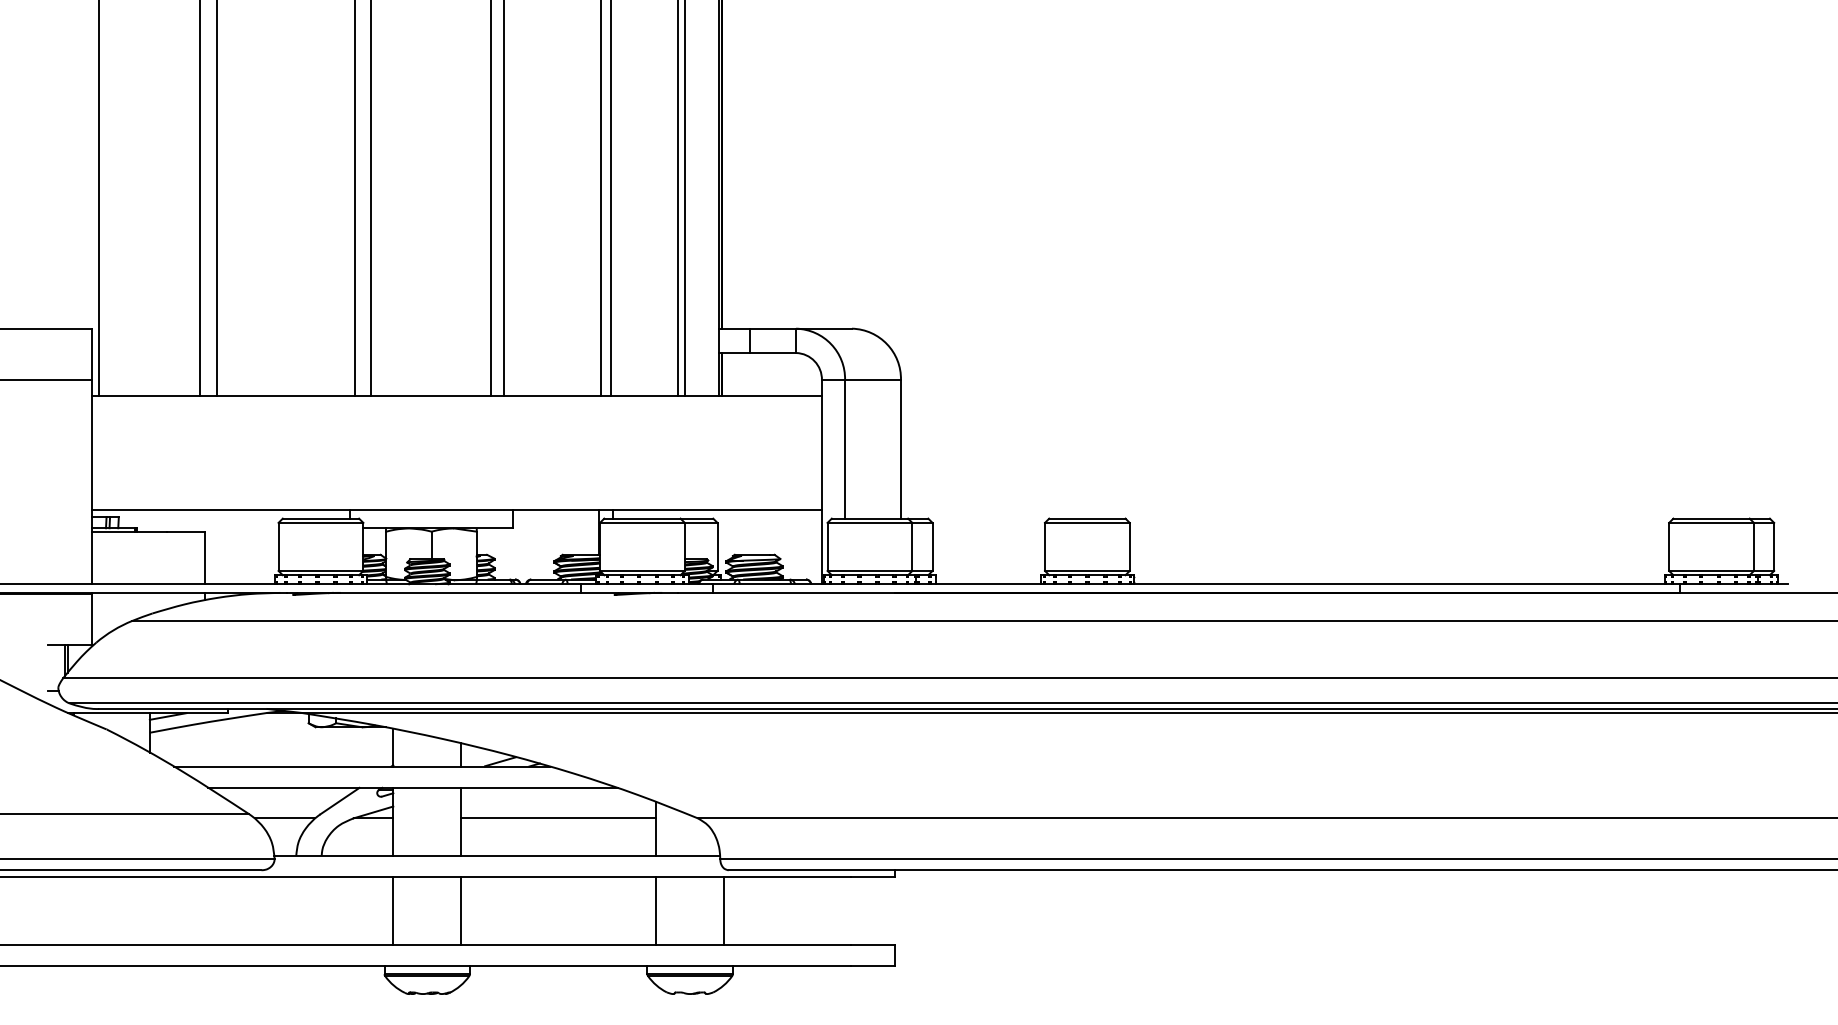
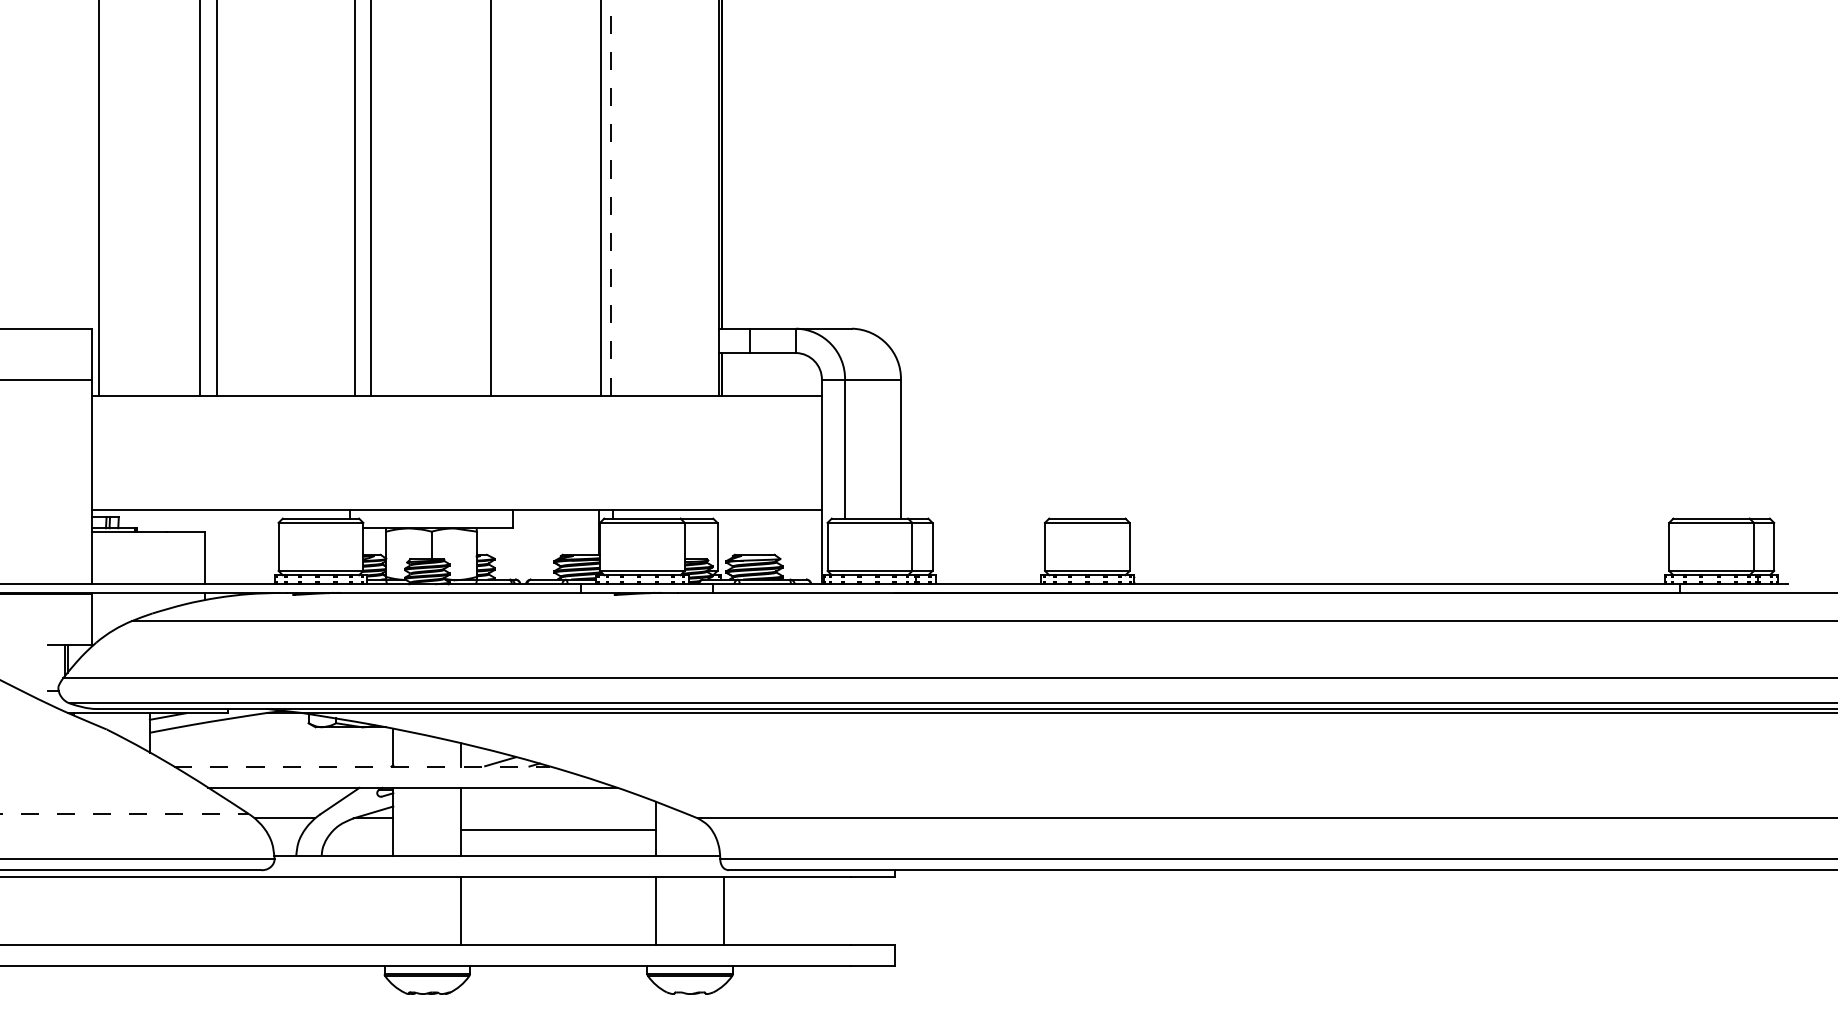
line at (610, 197): solid -> dashed
line at (504, 198): present -> none
line at (678, 198): present -> none
line at (684, 198): present -> none
line at (362, 766): solid -> dashed
line at (125, 814): solid -> dashed
line at (558, 818) position: (558, 818) -> (558, 830)
line at (393, 910): present -> none
